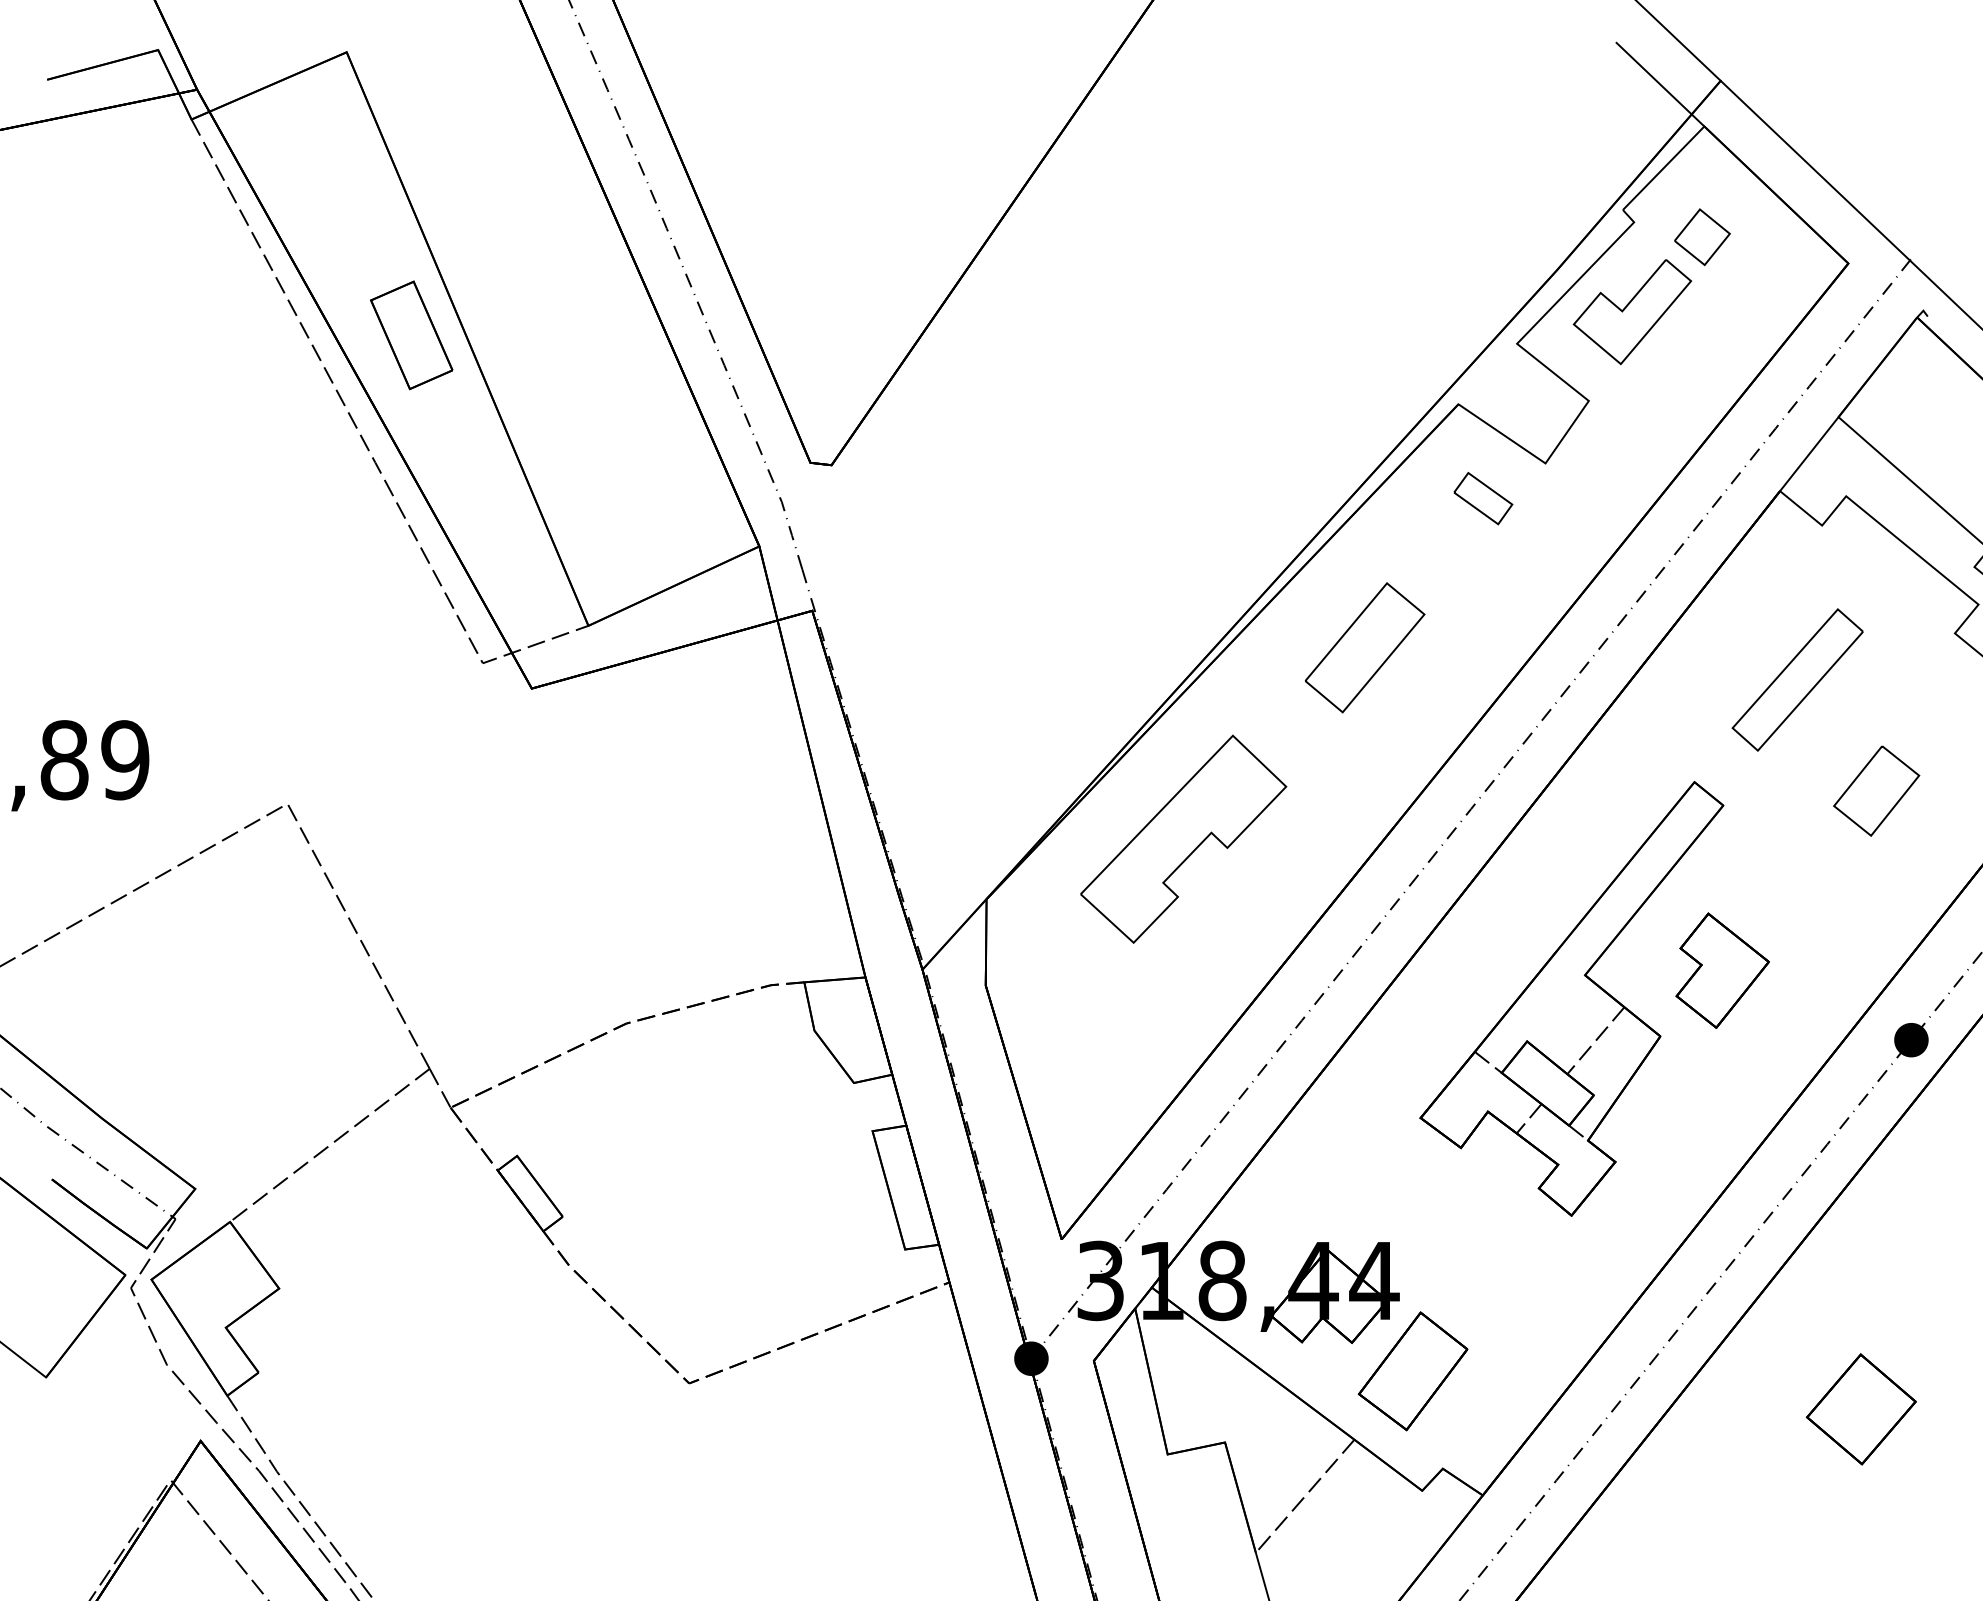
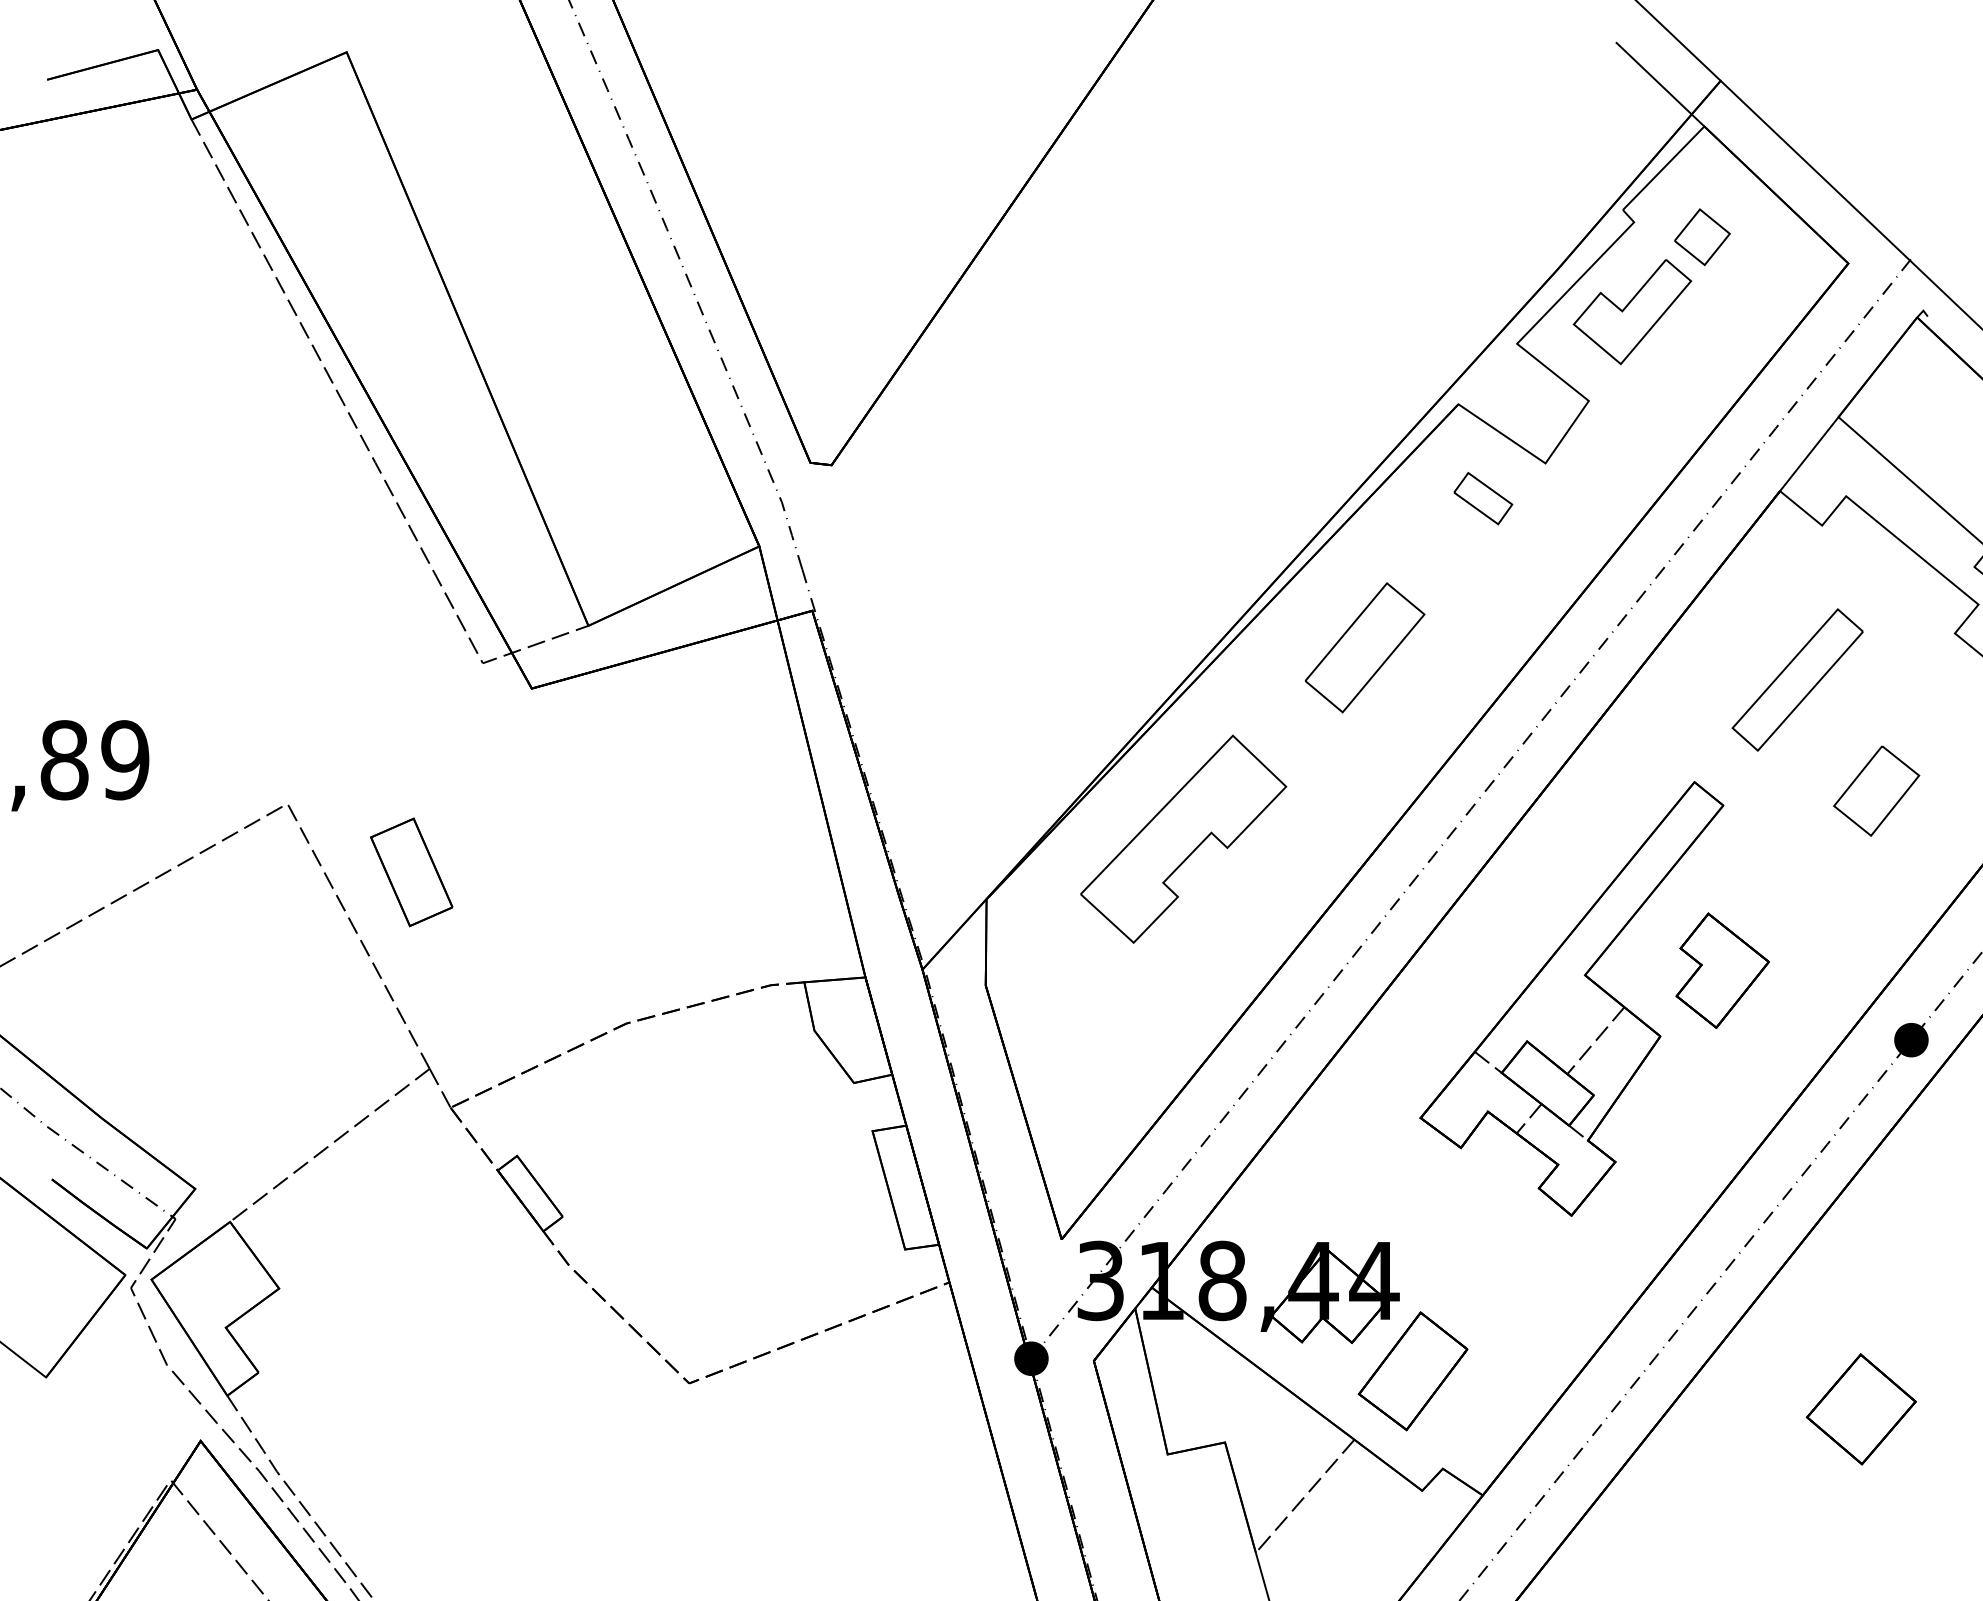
part at (411, 335) position: (411, 335) -> (411, 872)
